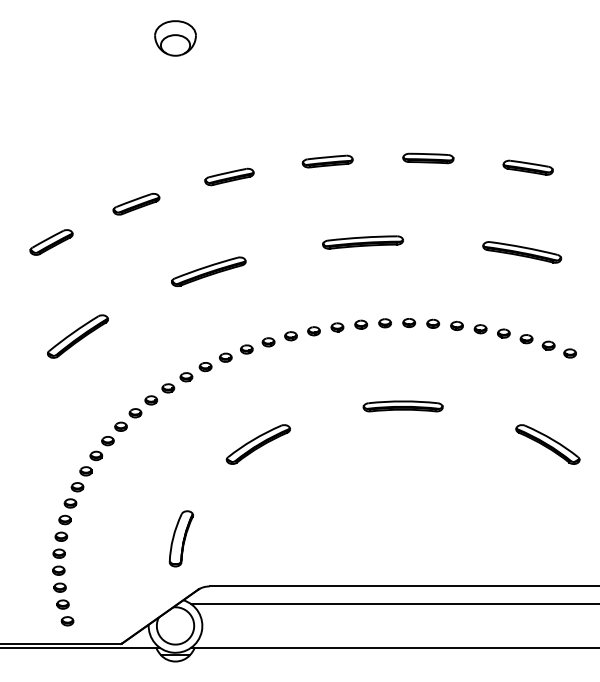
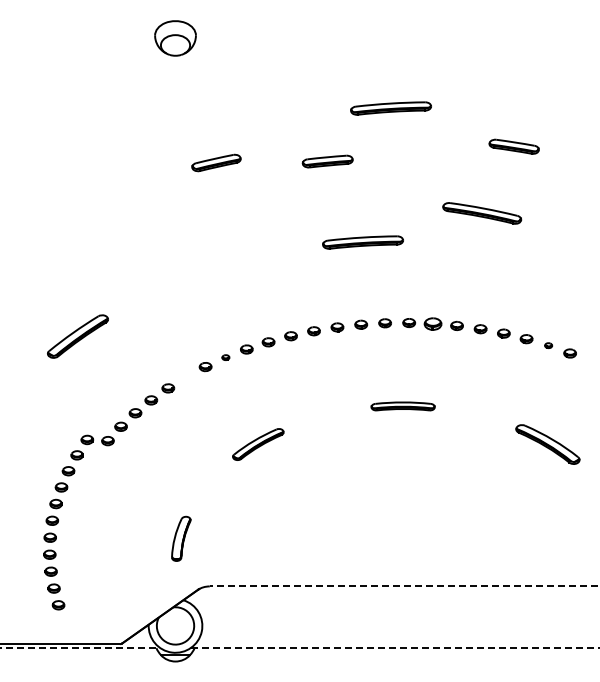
part at (390, 108): none -> present
part at (428, 158): present -> none
part at (527, 167) position: (527, 167) -> (513, 146)
part at (229, 176) position: (229, 176) -> (216, 162)
part at (136, 204): present -> none
part at (51, 242): present -> none
part at (522, 252) position: (522, 252) -> (482, 213)
part at (208, 271): present -> none
part at (433, 323) size: 15x11 px -> 20x14 px
part at (548, 345) size: 15x11 px -> 10x7 px
part at (225, 357) size: 14x11 px -> 10x7 px
part at (186, 377): present -> none
part at (402, 406) size: 82x13 px -> 66x11 px
part at (257, 444) size: 66x41 px -> 53x33 px
part at (68, 536) position: (68, 536) -> (59, 520)
part at (180, 538) size: 26x58 px -> 21x47 px
line at (404, 586): solid -> dashed
line at (393, 603): present -> none
line at (80, 648): solid -> dashed
line at (395, 648): solid -> dashed
